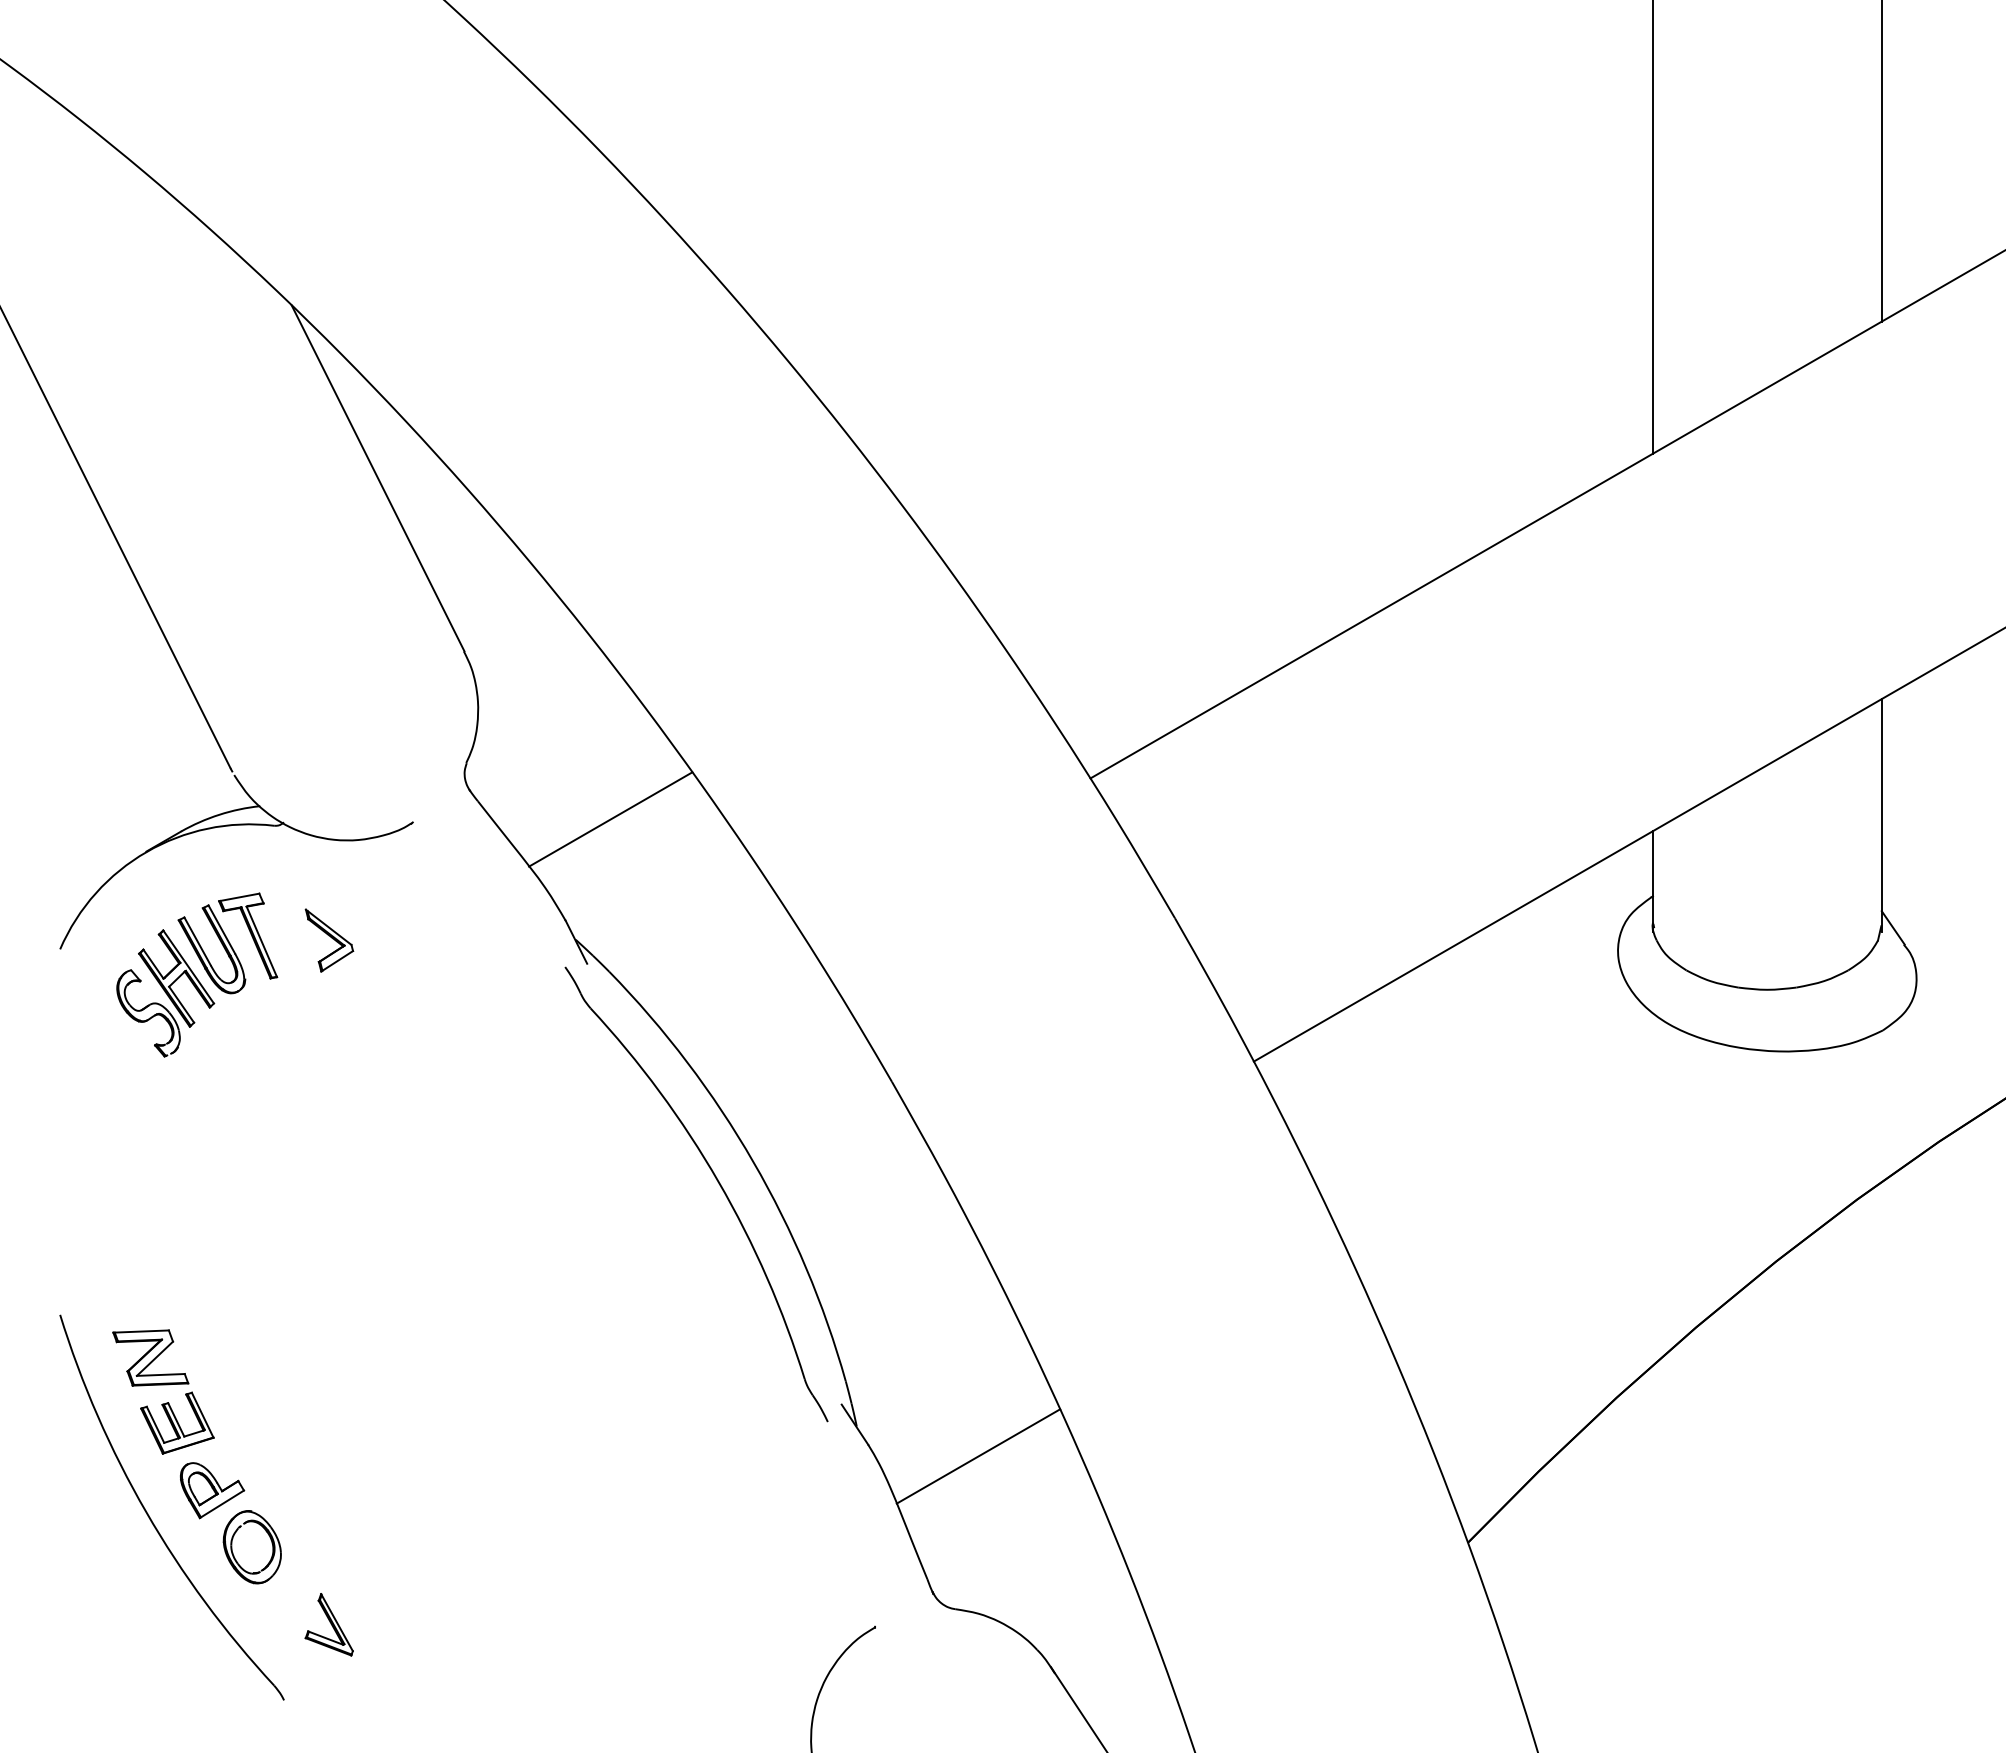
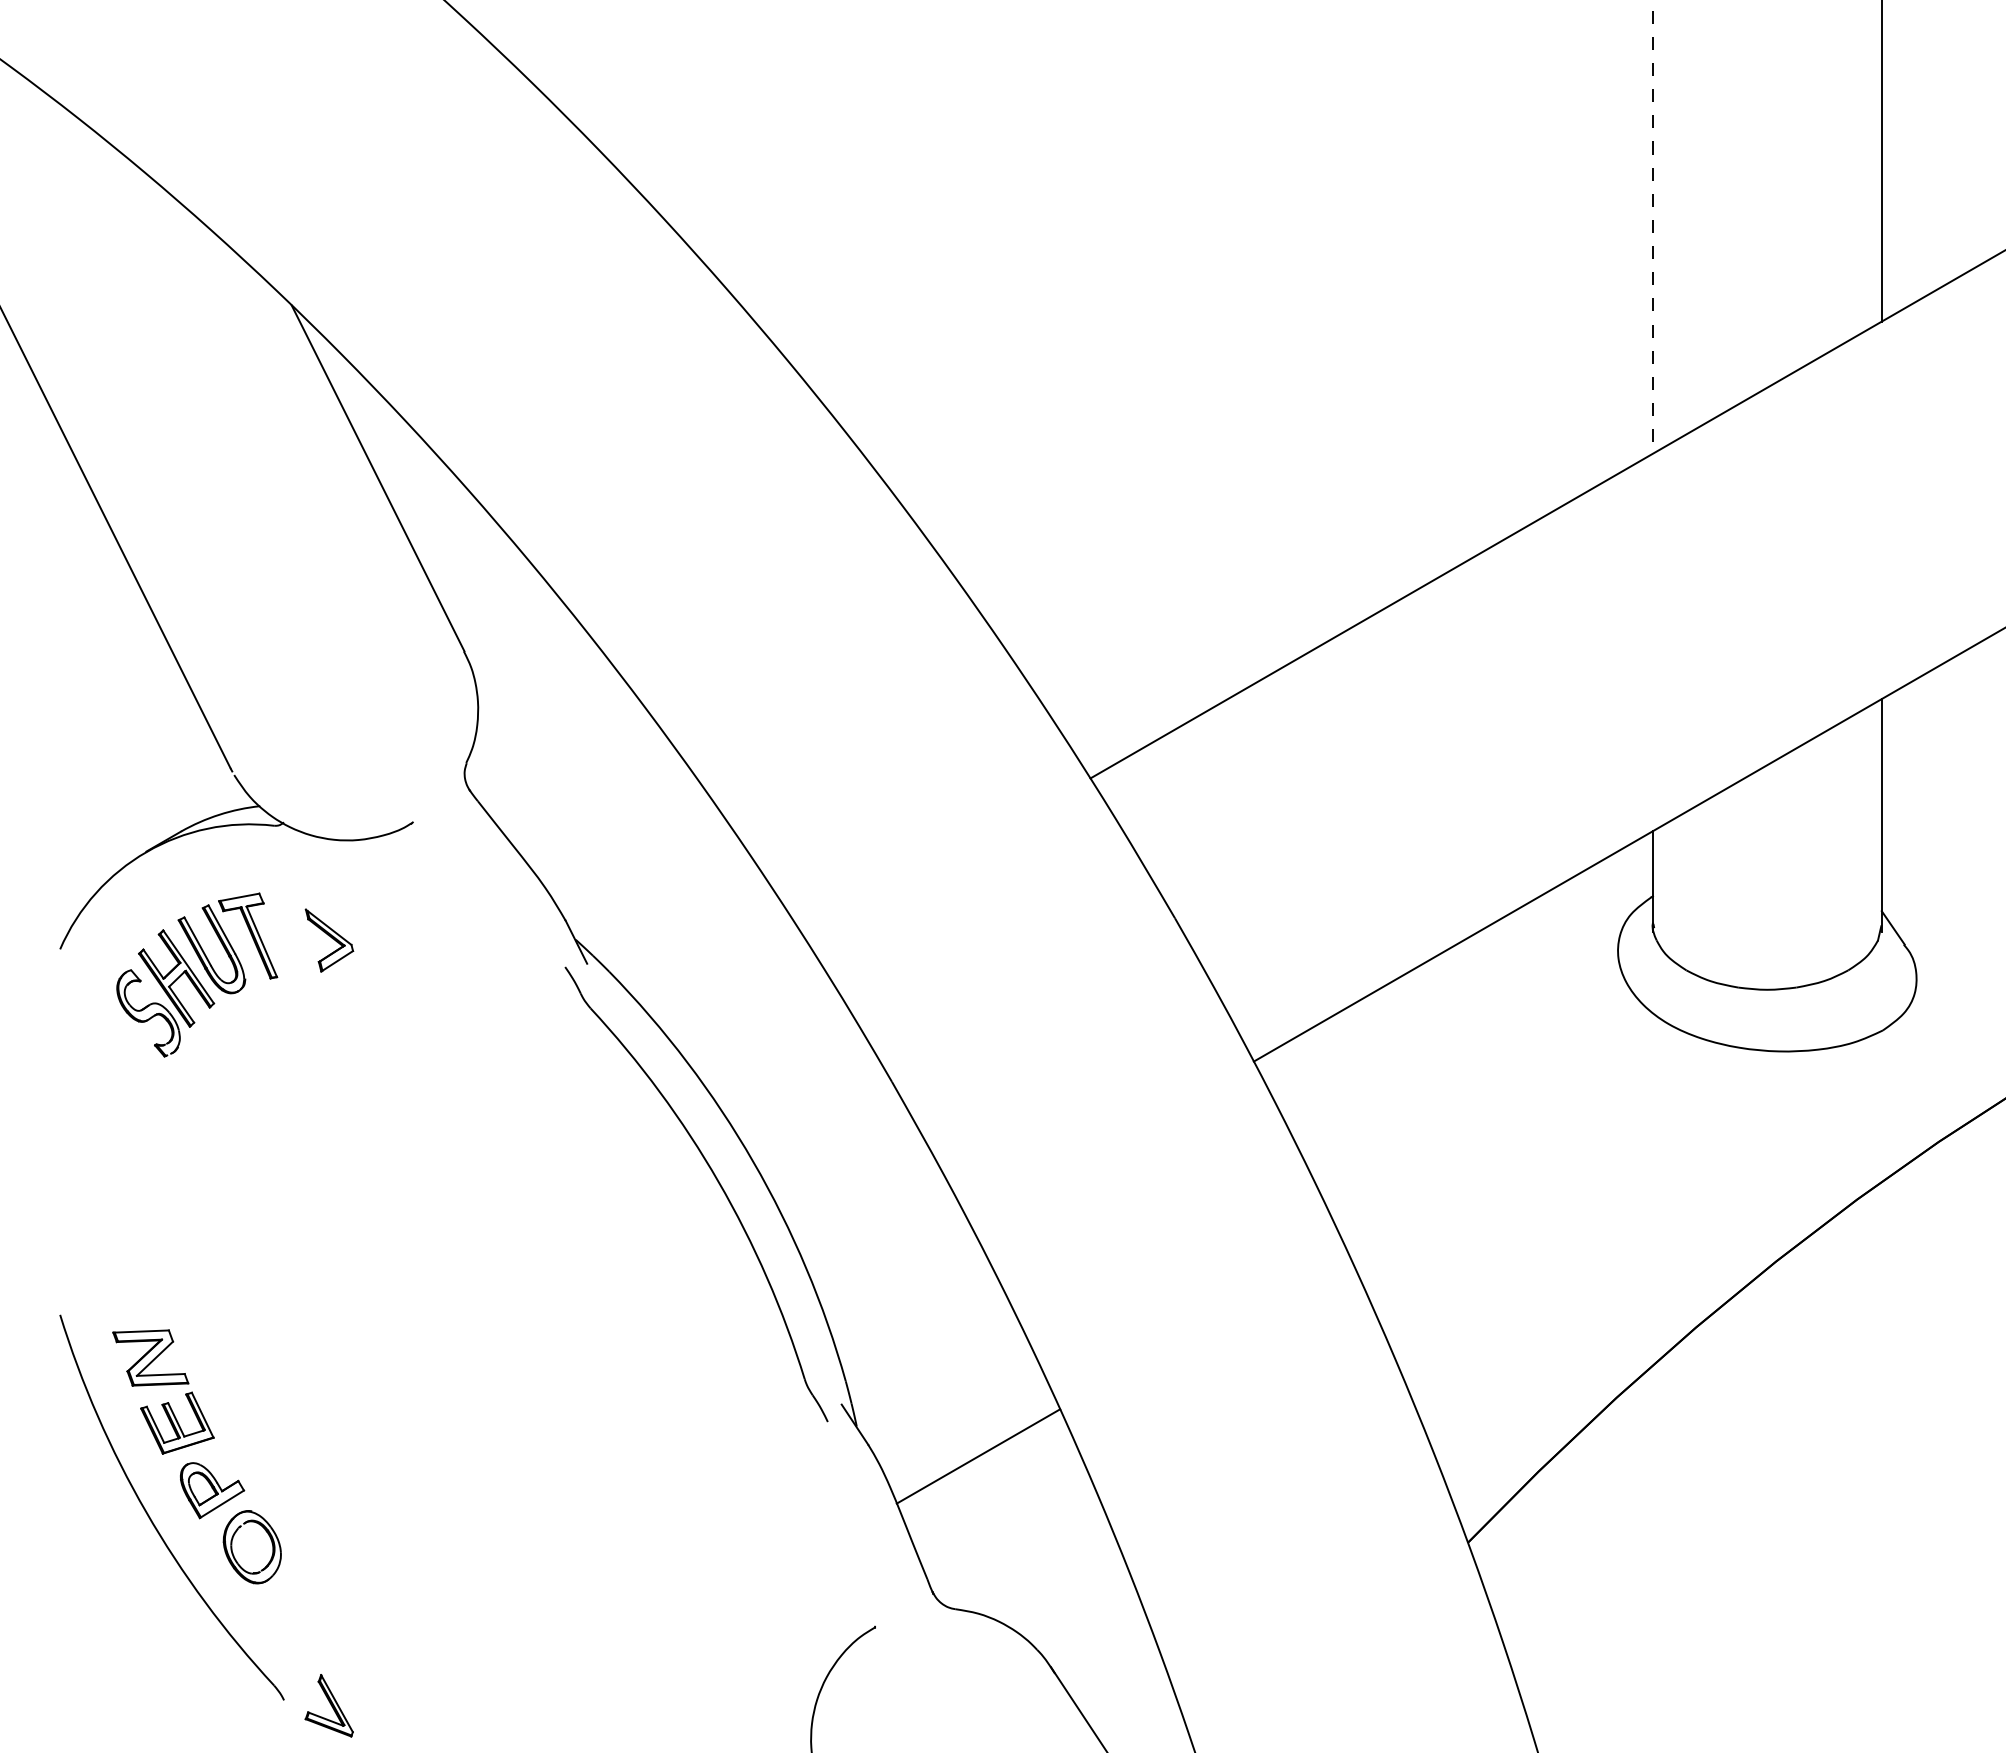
line at (1652, 226): solid -> dashed
line at (610, 819): present -> none
part at (328, 1624) position: (328, 1624) -> (328, 1705)
